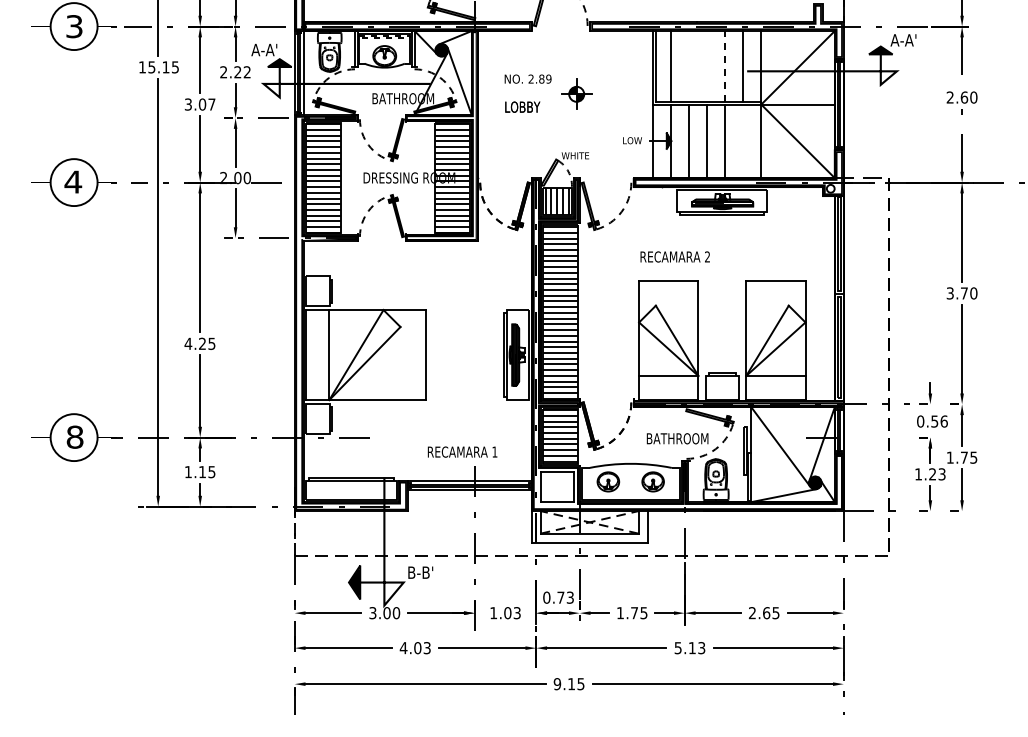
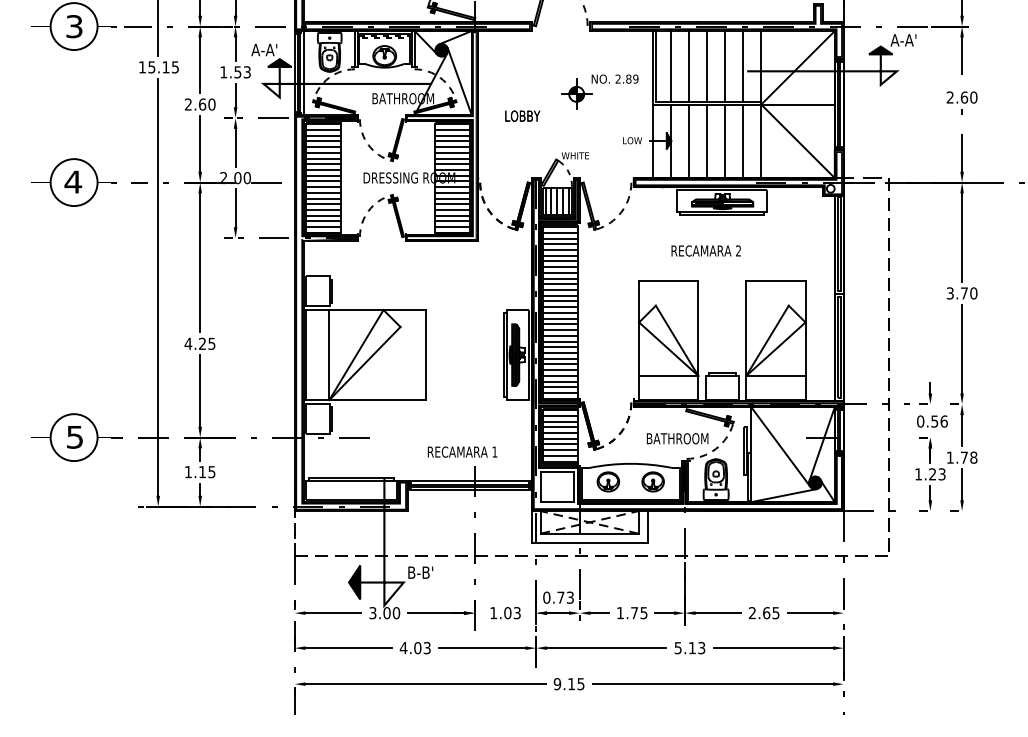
line at (725, 65): dashed -> solid
line at (689, 66): none -> present
line at (707, 66): none -> present
text at (235, 72): 2.22 -> 1.53
text at (527, 78) position: (527, 78) -> (614, 78)
text at (200, 104): 3.07 -> 2.60
text at (522, 106) position: (522, 106) -> (522, 115)
line at (743, 141): none -> present
text at (674, 256) position: (674, 256) -> (705, 250)
text at (74, 436): 8 -> 5
text at (973, 457): 1.75 -> 1.78
